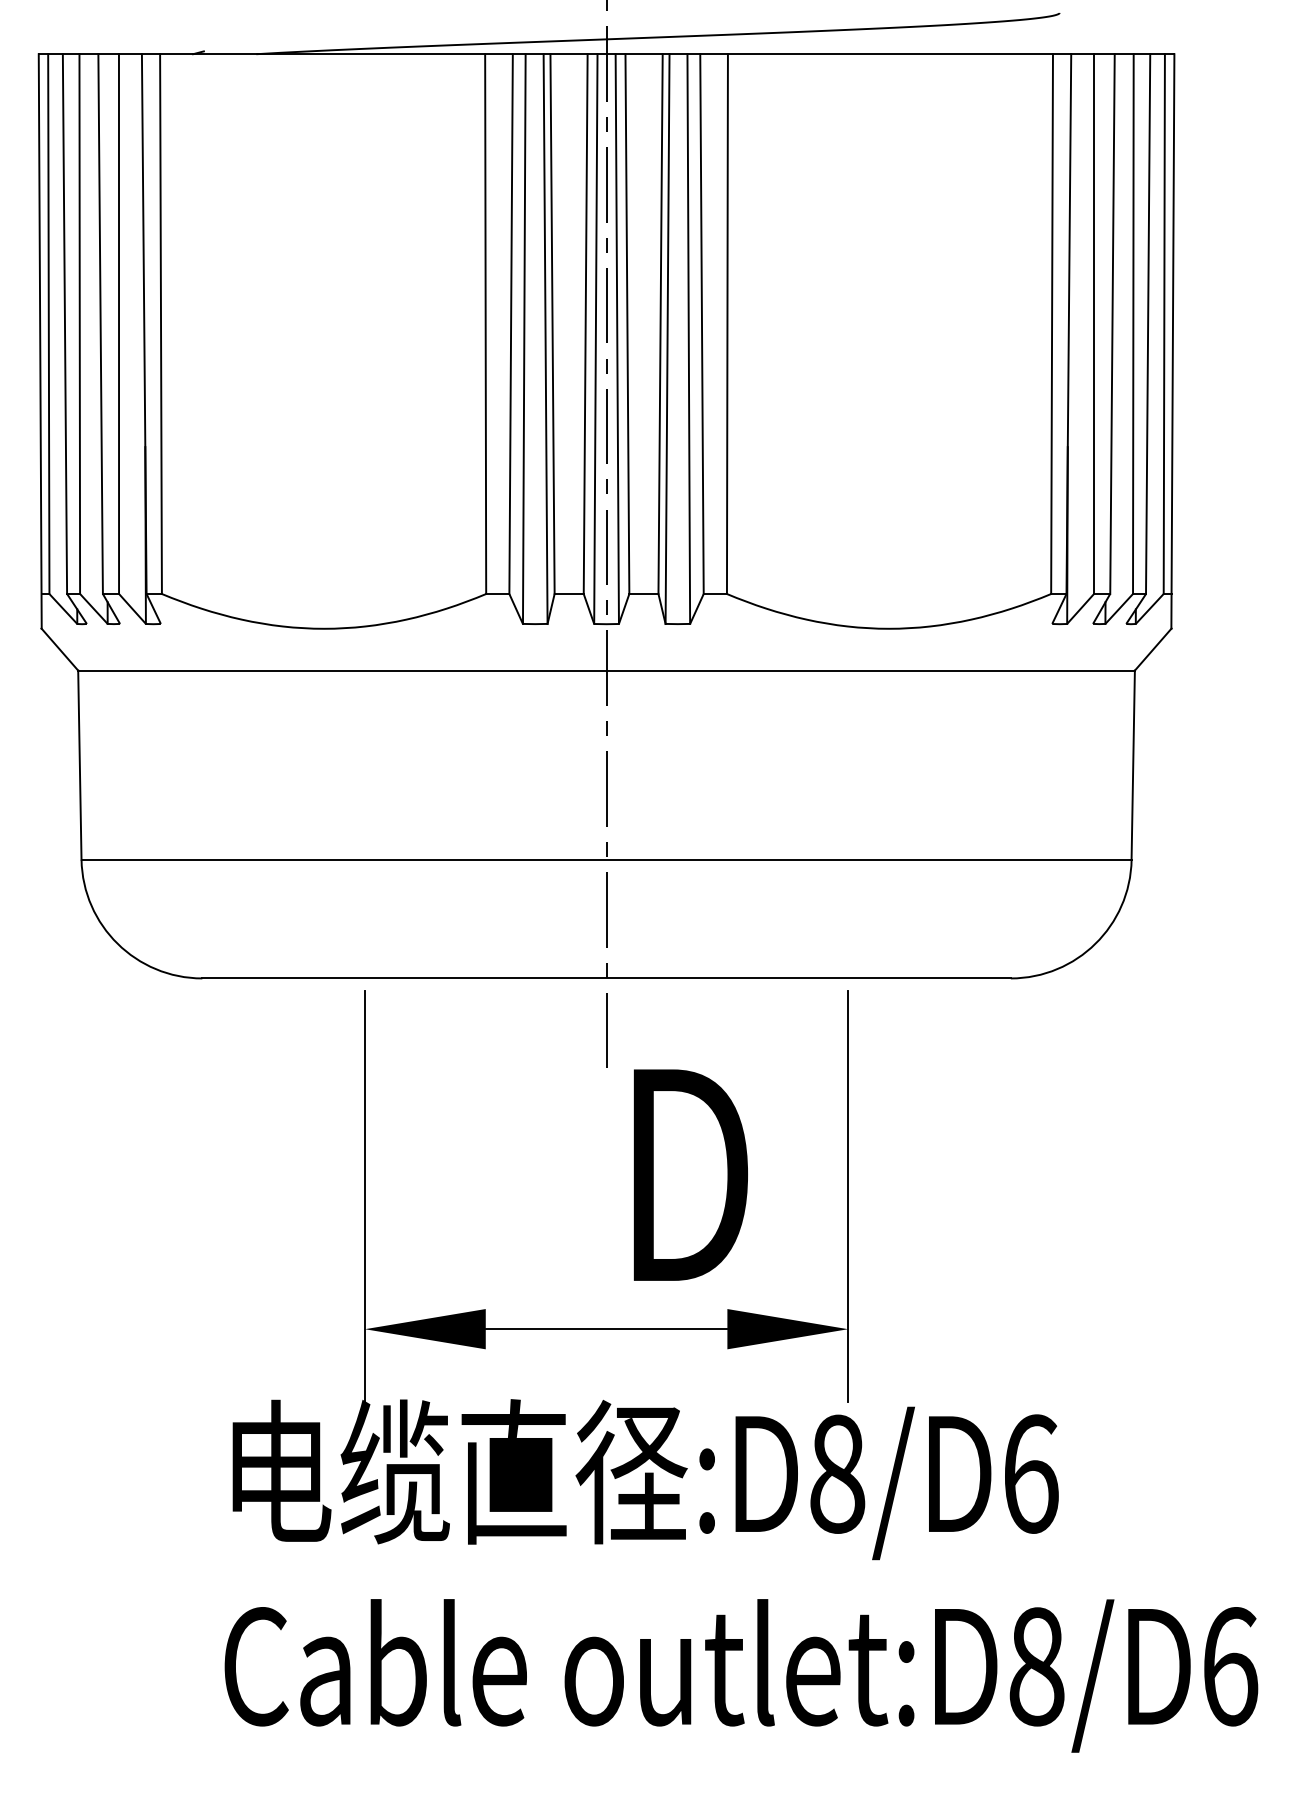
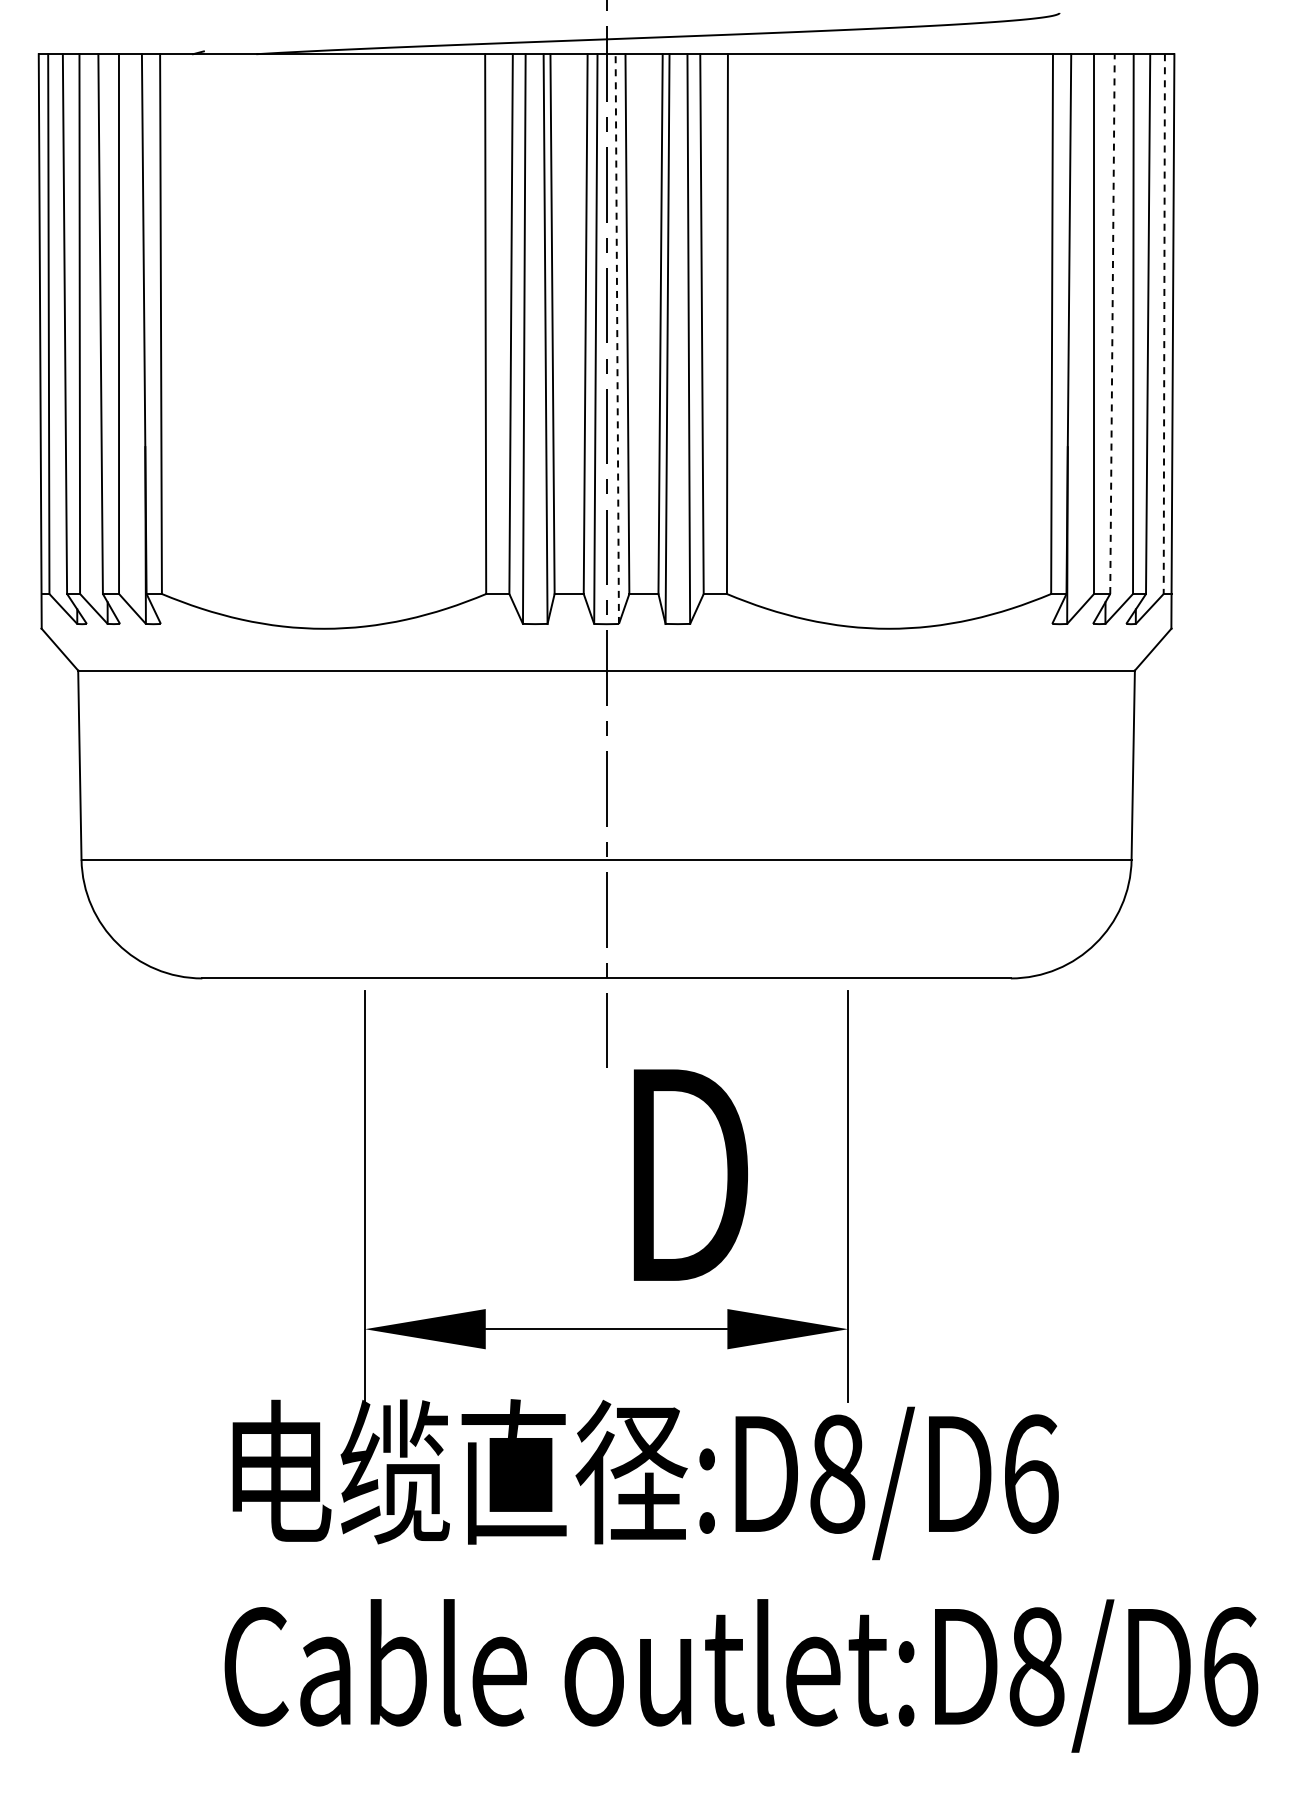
line at (1112, 324): solid -> dashed
line at (1164, 324): solid -> dashed
line at (617, 339): solid -> dashed
